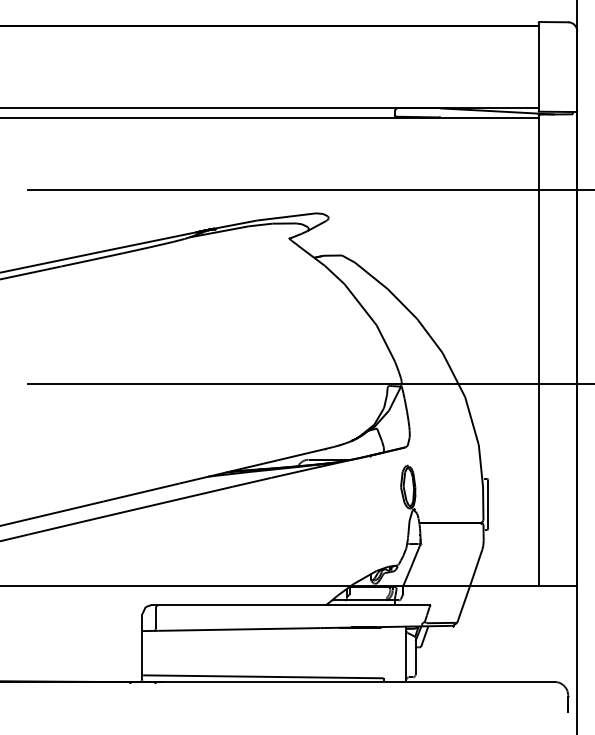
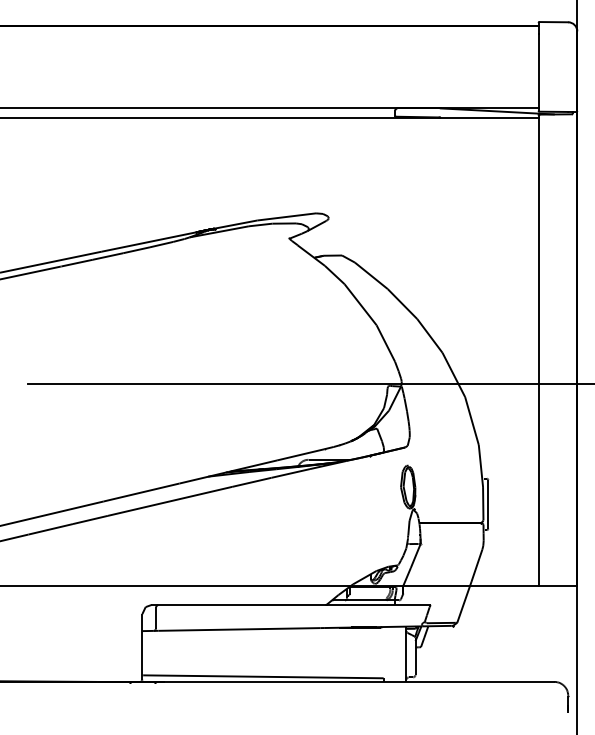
line at (309, 190): present -> none
